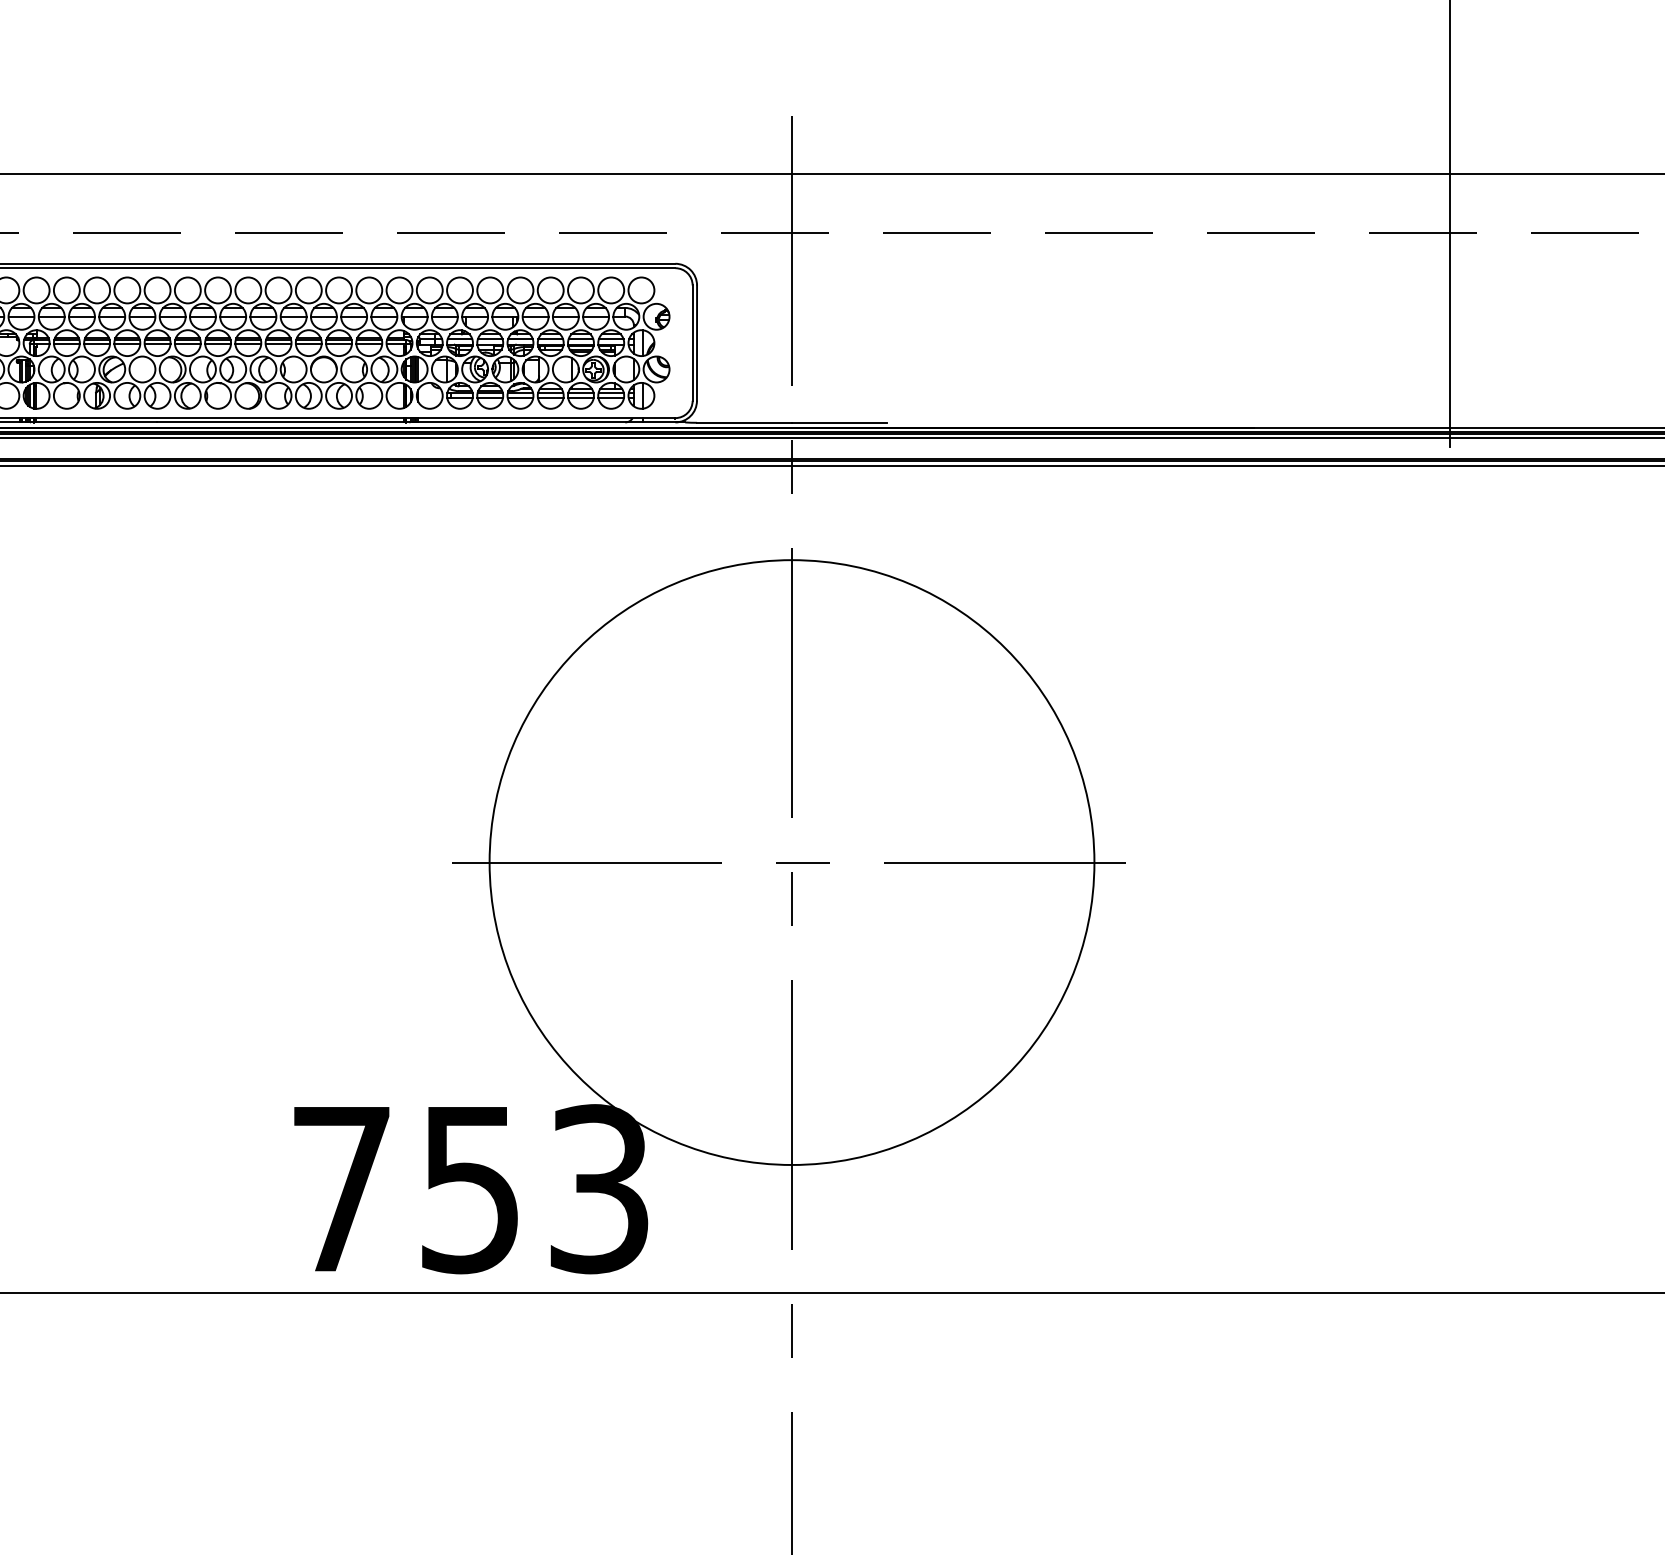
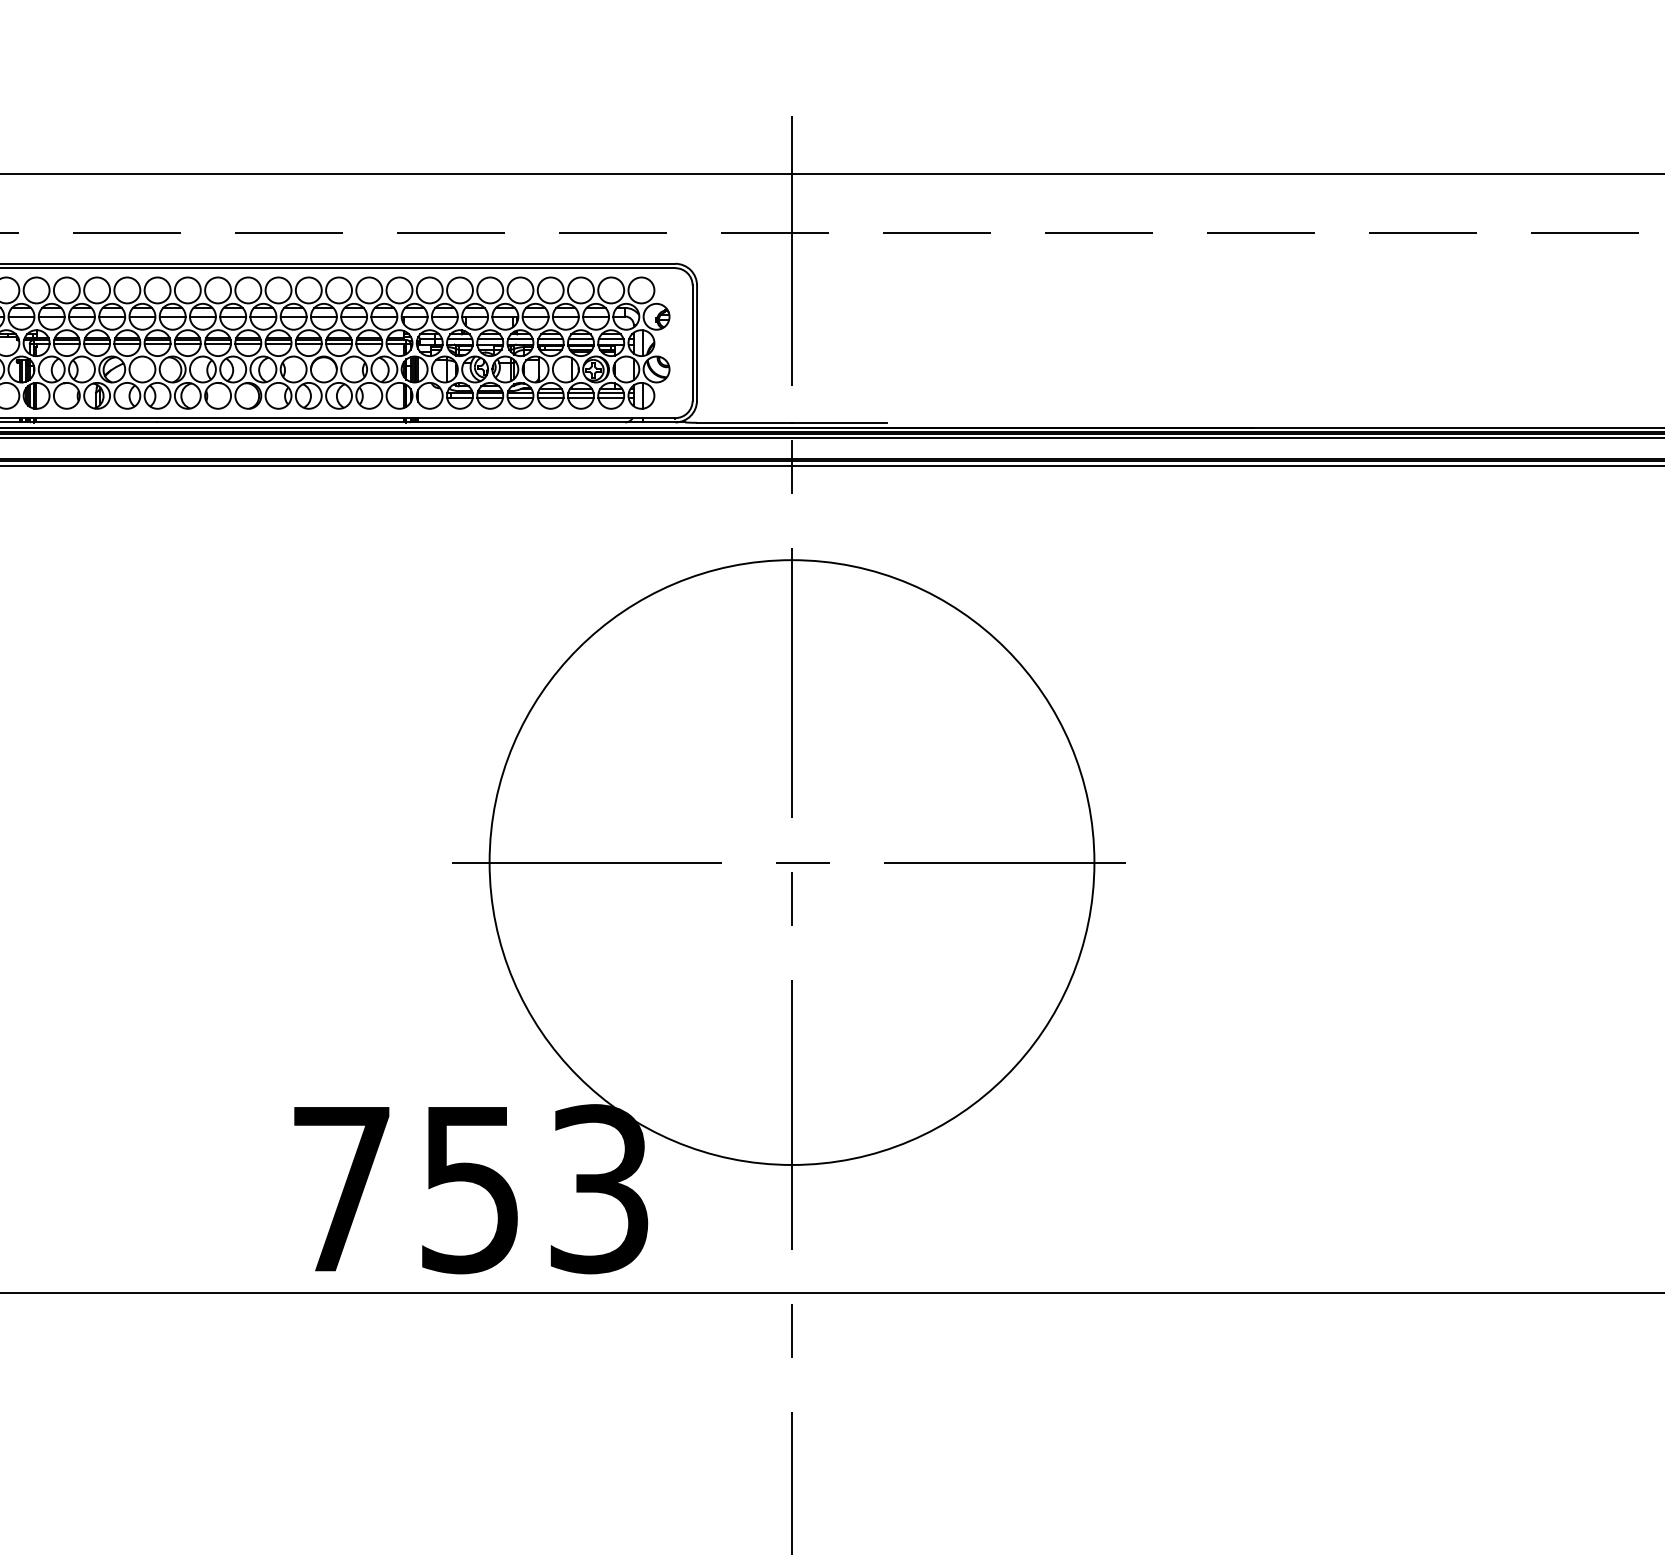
line at (1449, 224): present -> none
